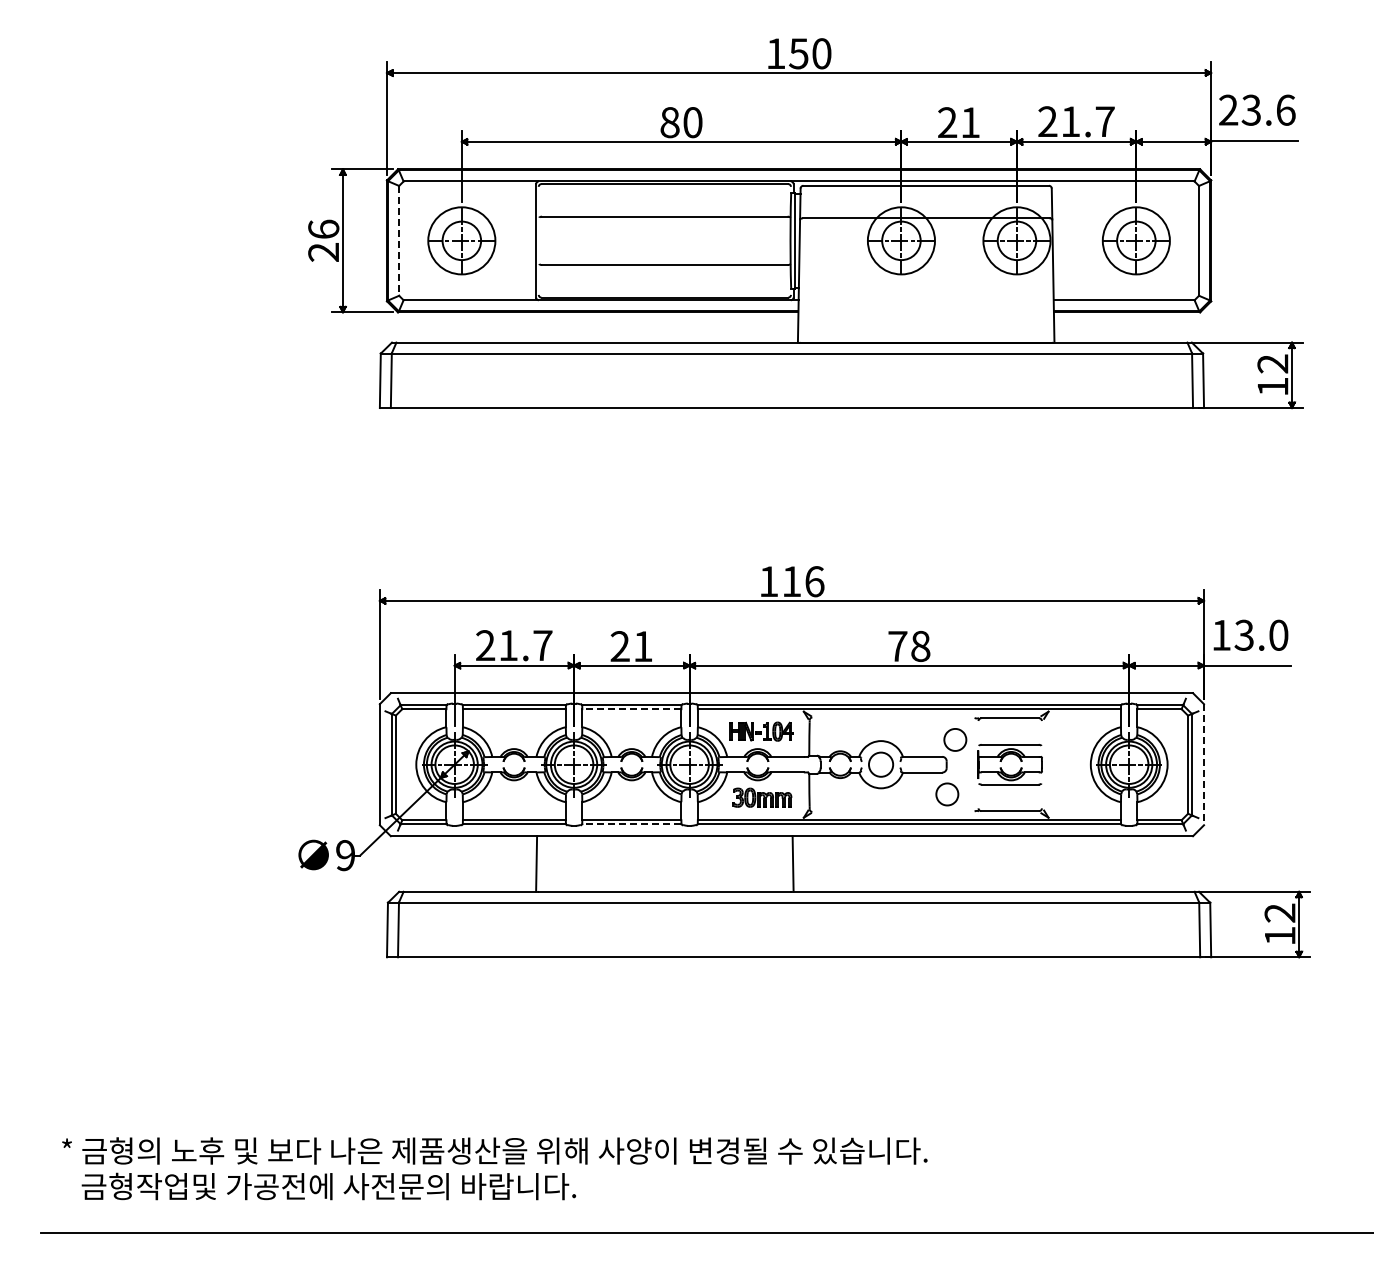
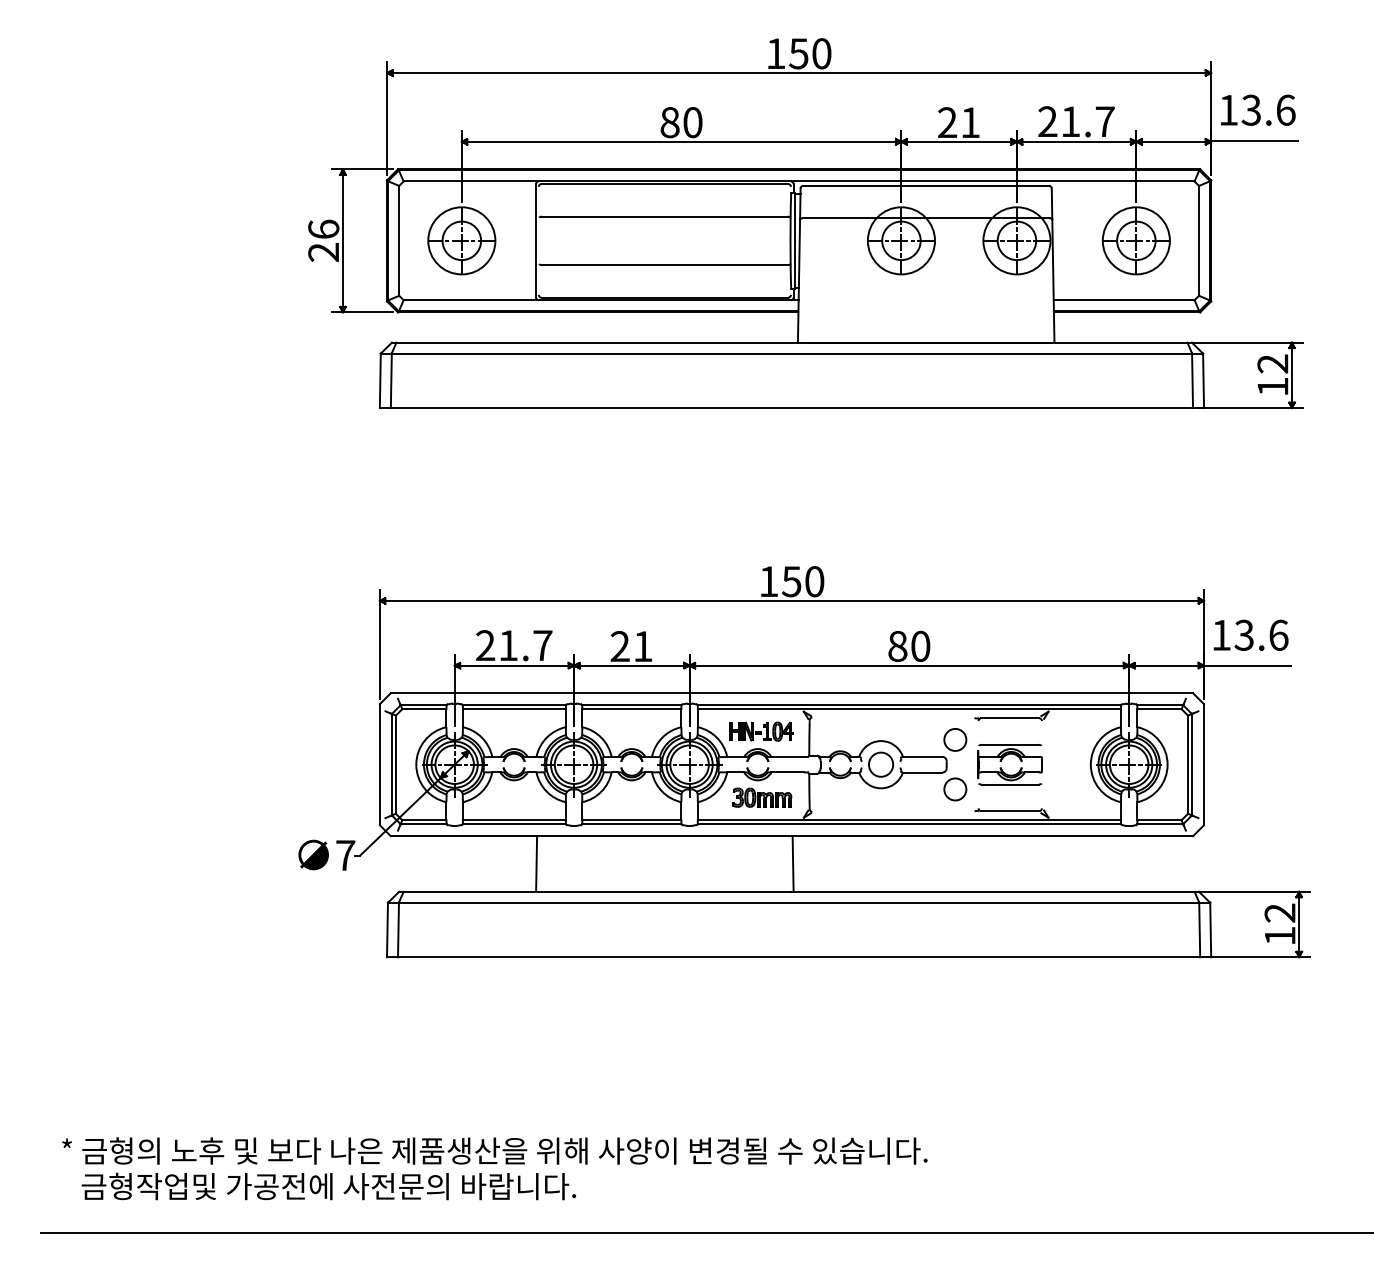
text at (1228, 109): 23.6 -> 13.6
line at (399, 240): dashed -> solid
text at (802, 581): 116 -> 150
text at (1278, 634): 13.0 -> 13.6
text at (909, 645): 78 -> 80
line at (631, 709): dashed -> solid
line at (1204, 764): dashed -> solid
part at (947, 794) position: (947, 794) -> (955, 789)
line at (631, 824): dashed -> solid
text at (345, 855): 9 -> 7
